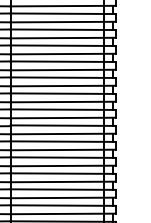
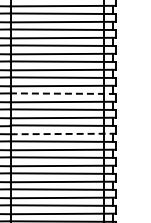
line at (63, 93): solid -> dashed
line at (63, 133): solid -> dashed
